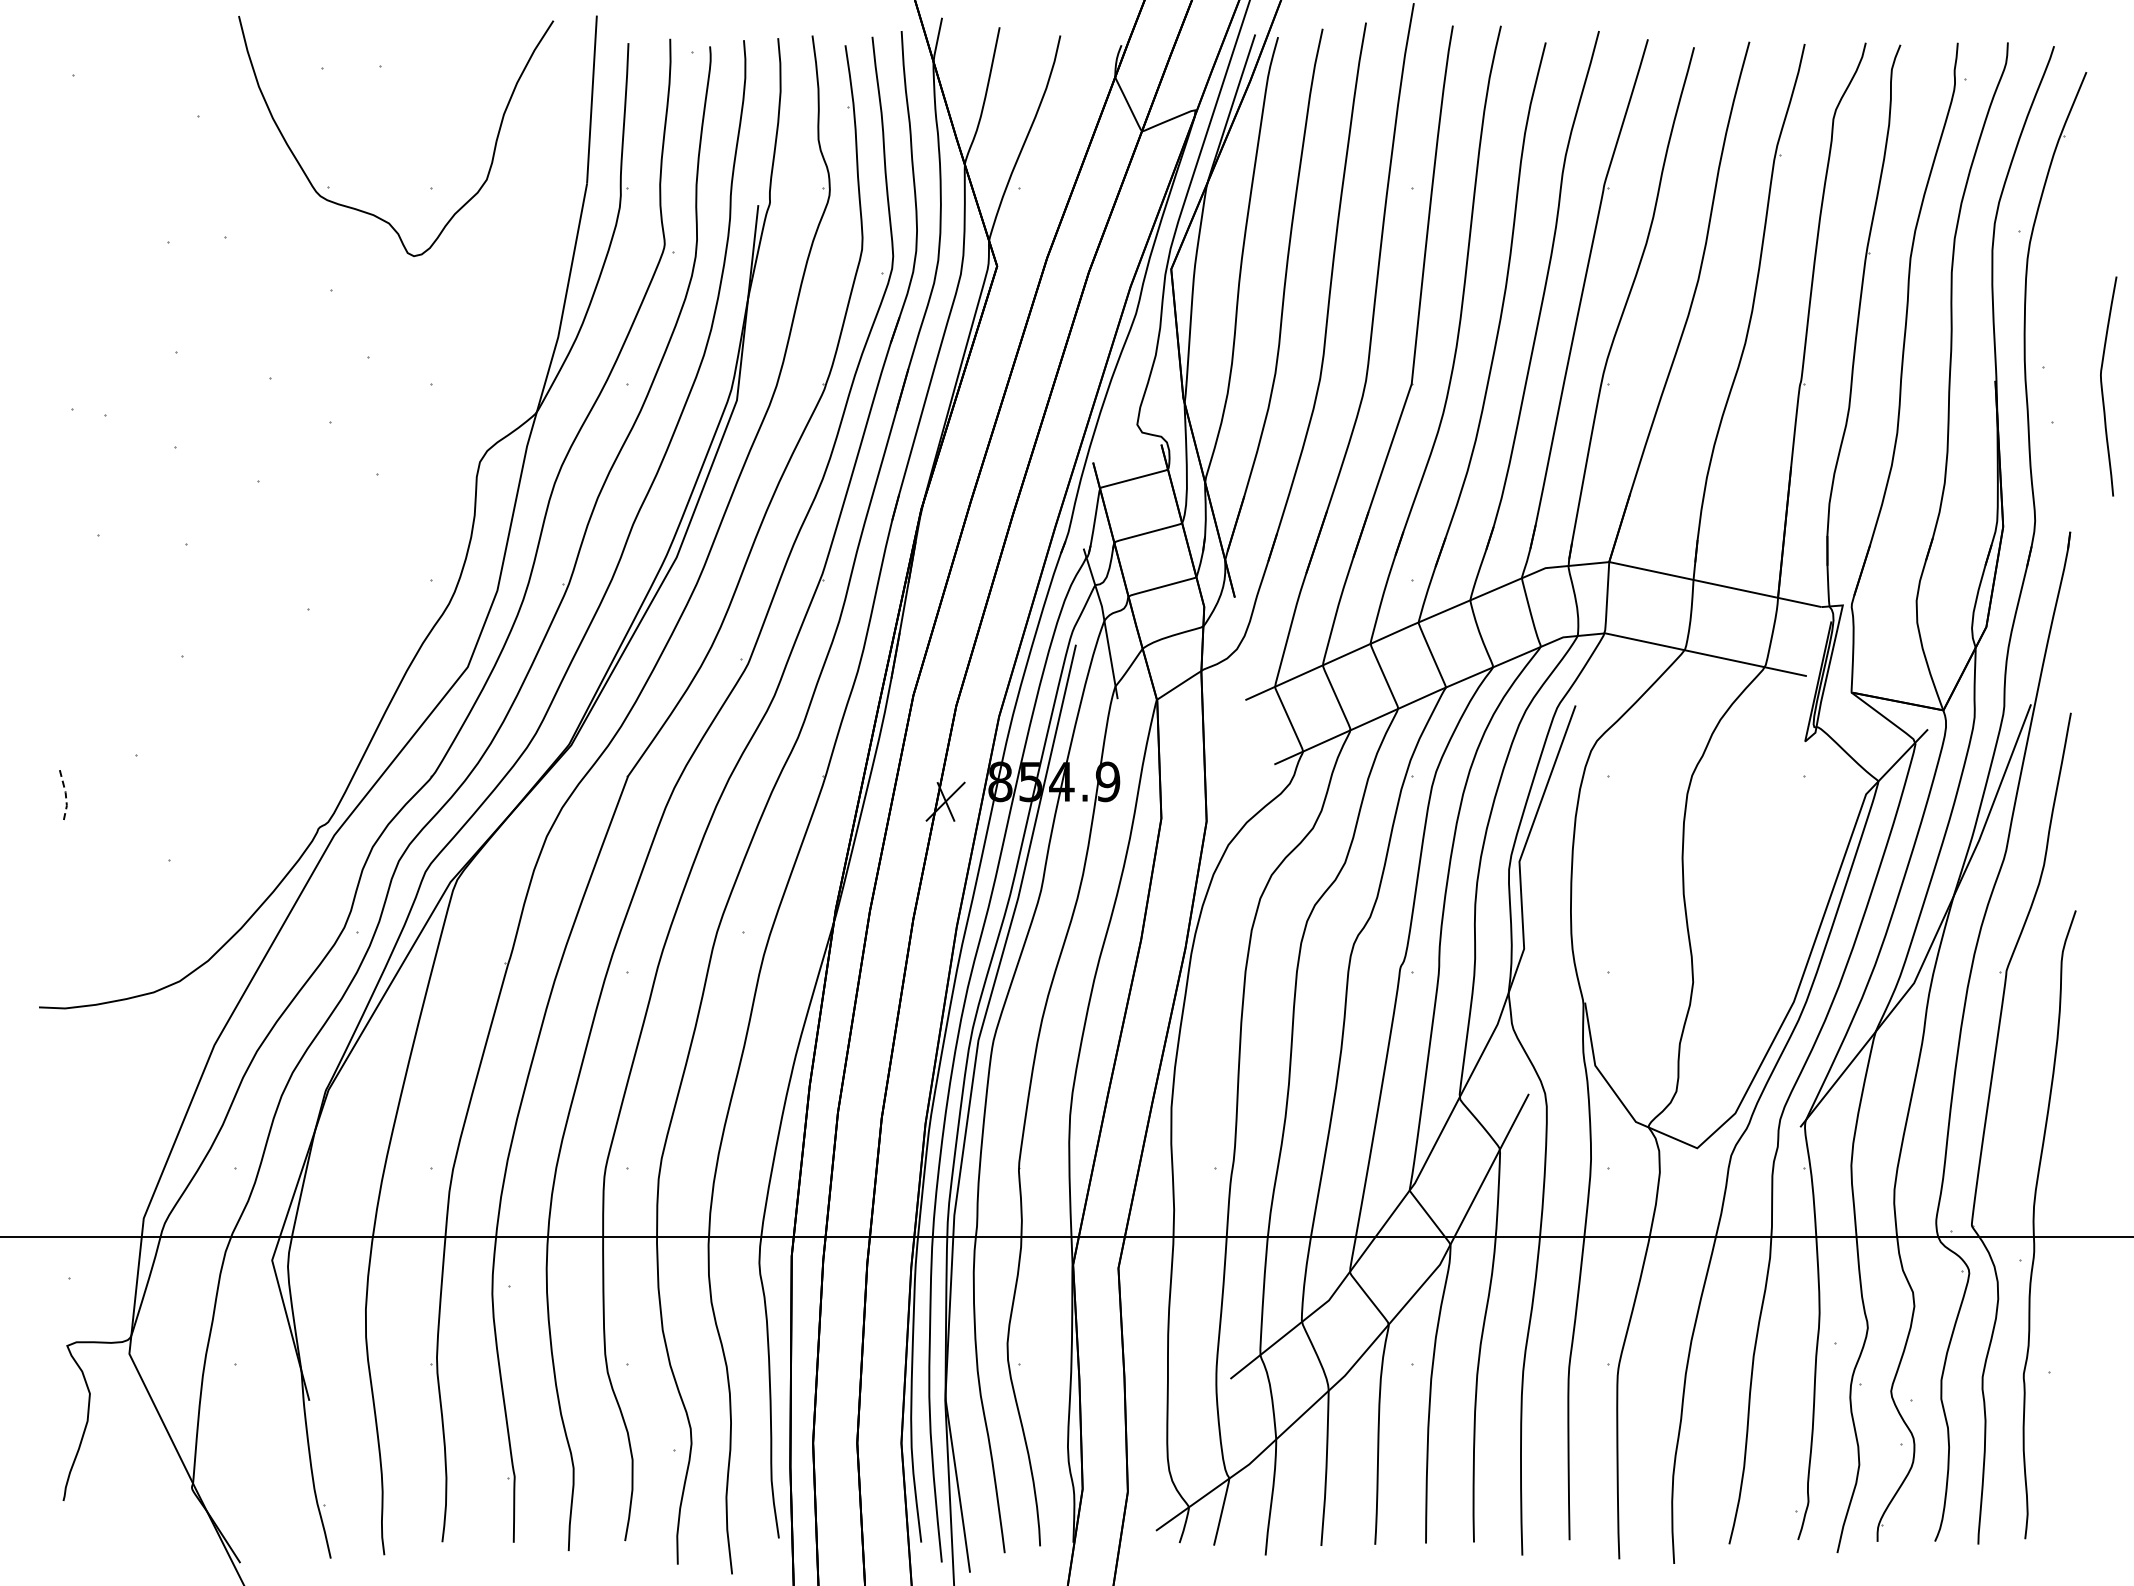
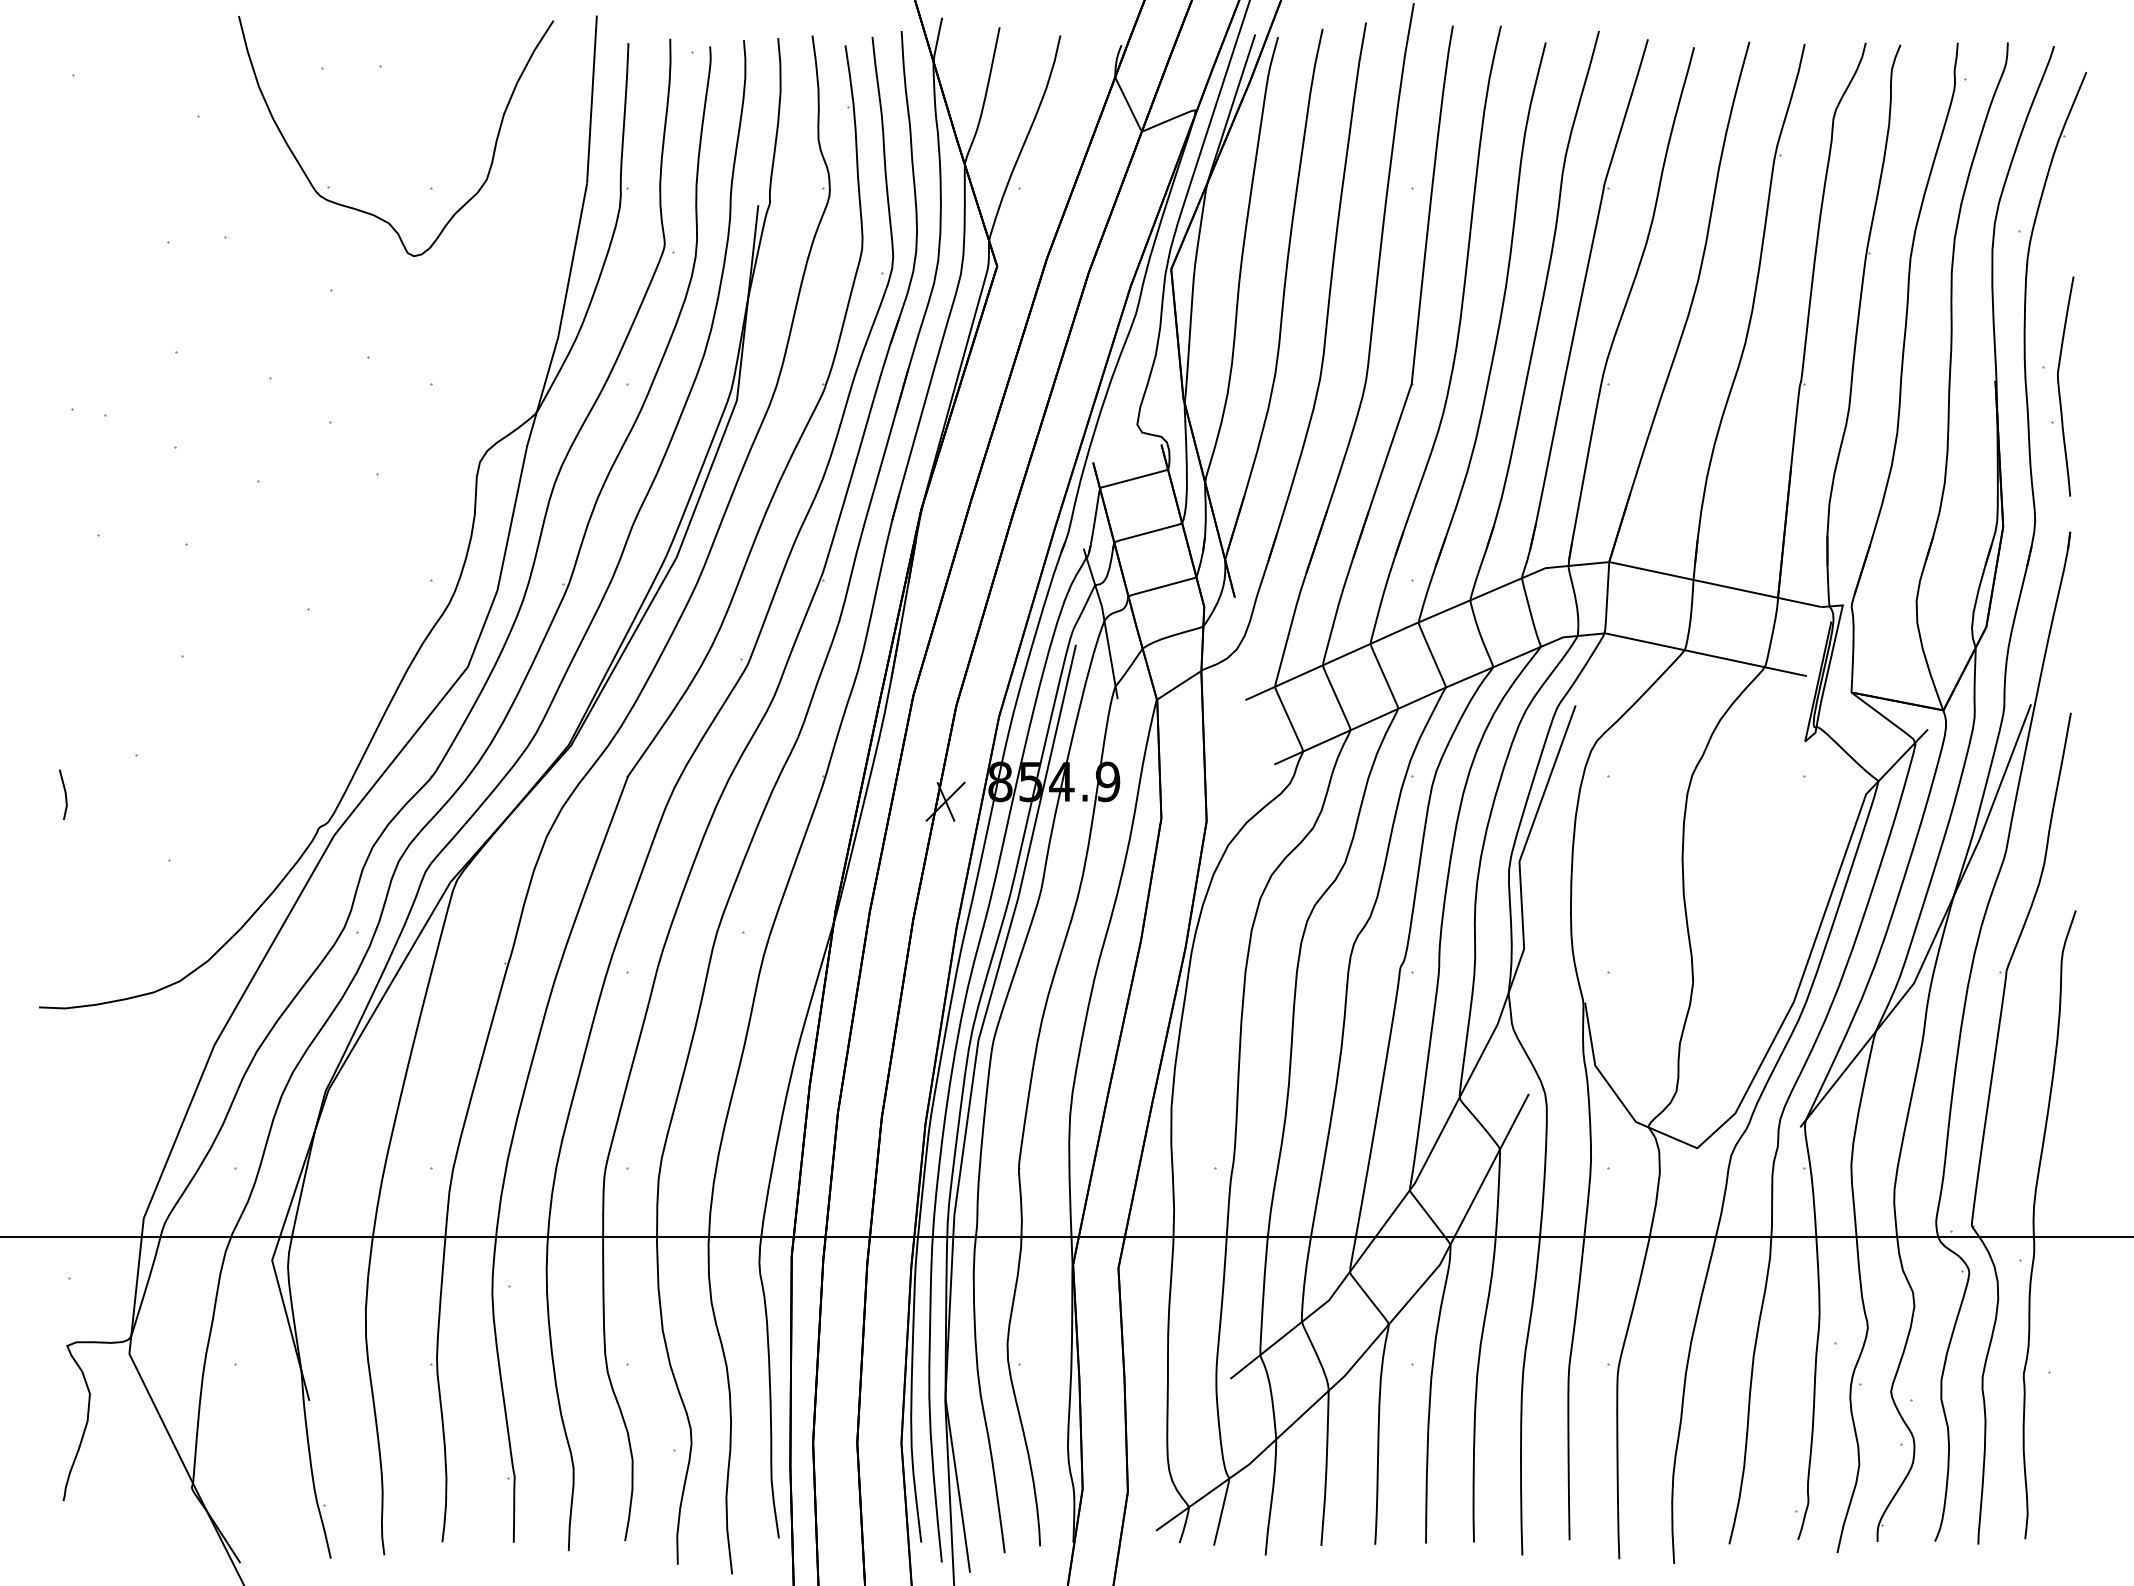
curve at (2102, 386) position: (2102, 386) -> (2059, 386)
line at (65, 794): dashed -> solid
